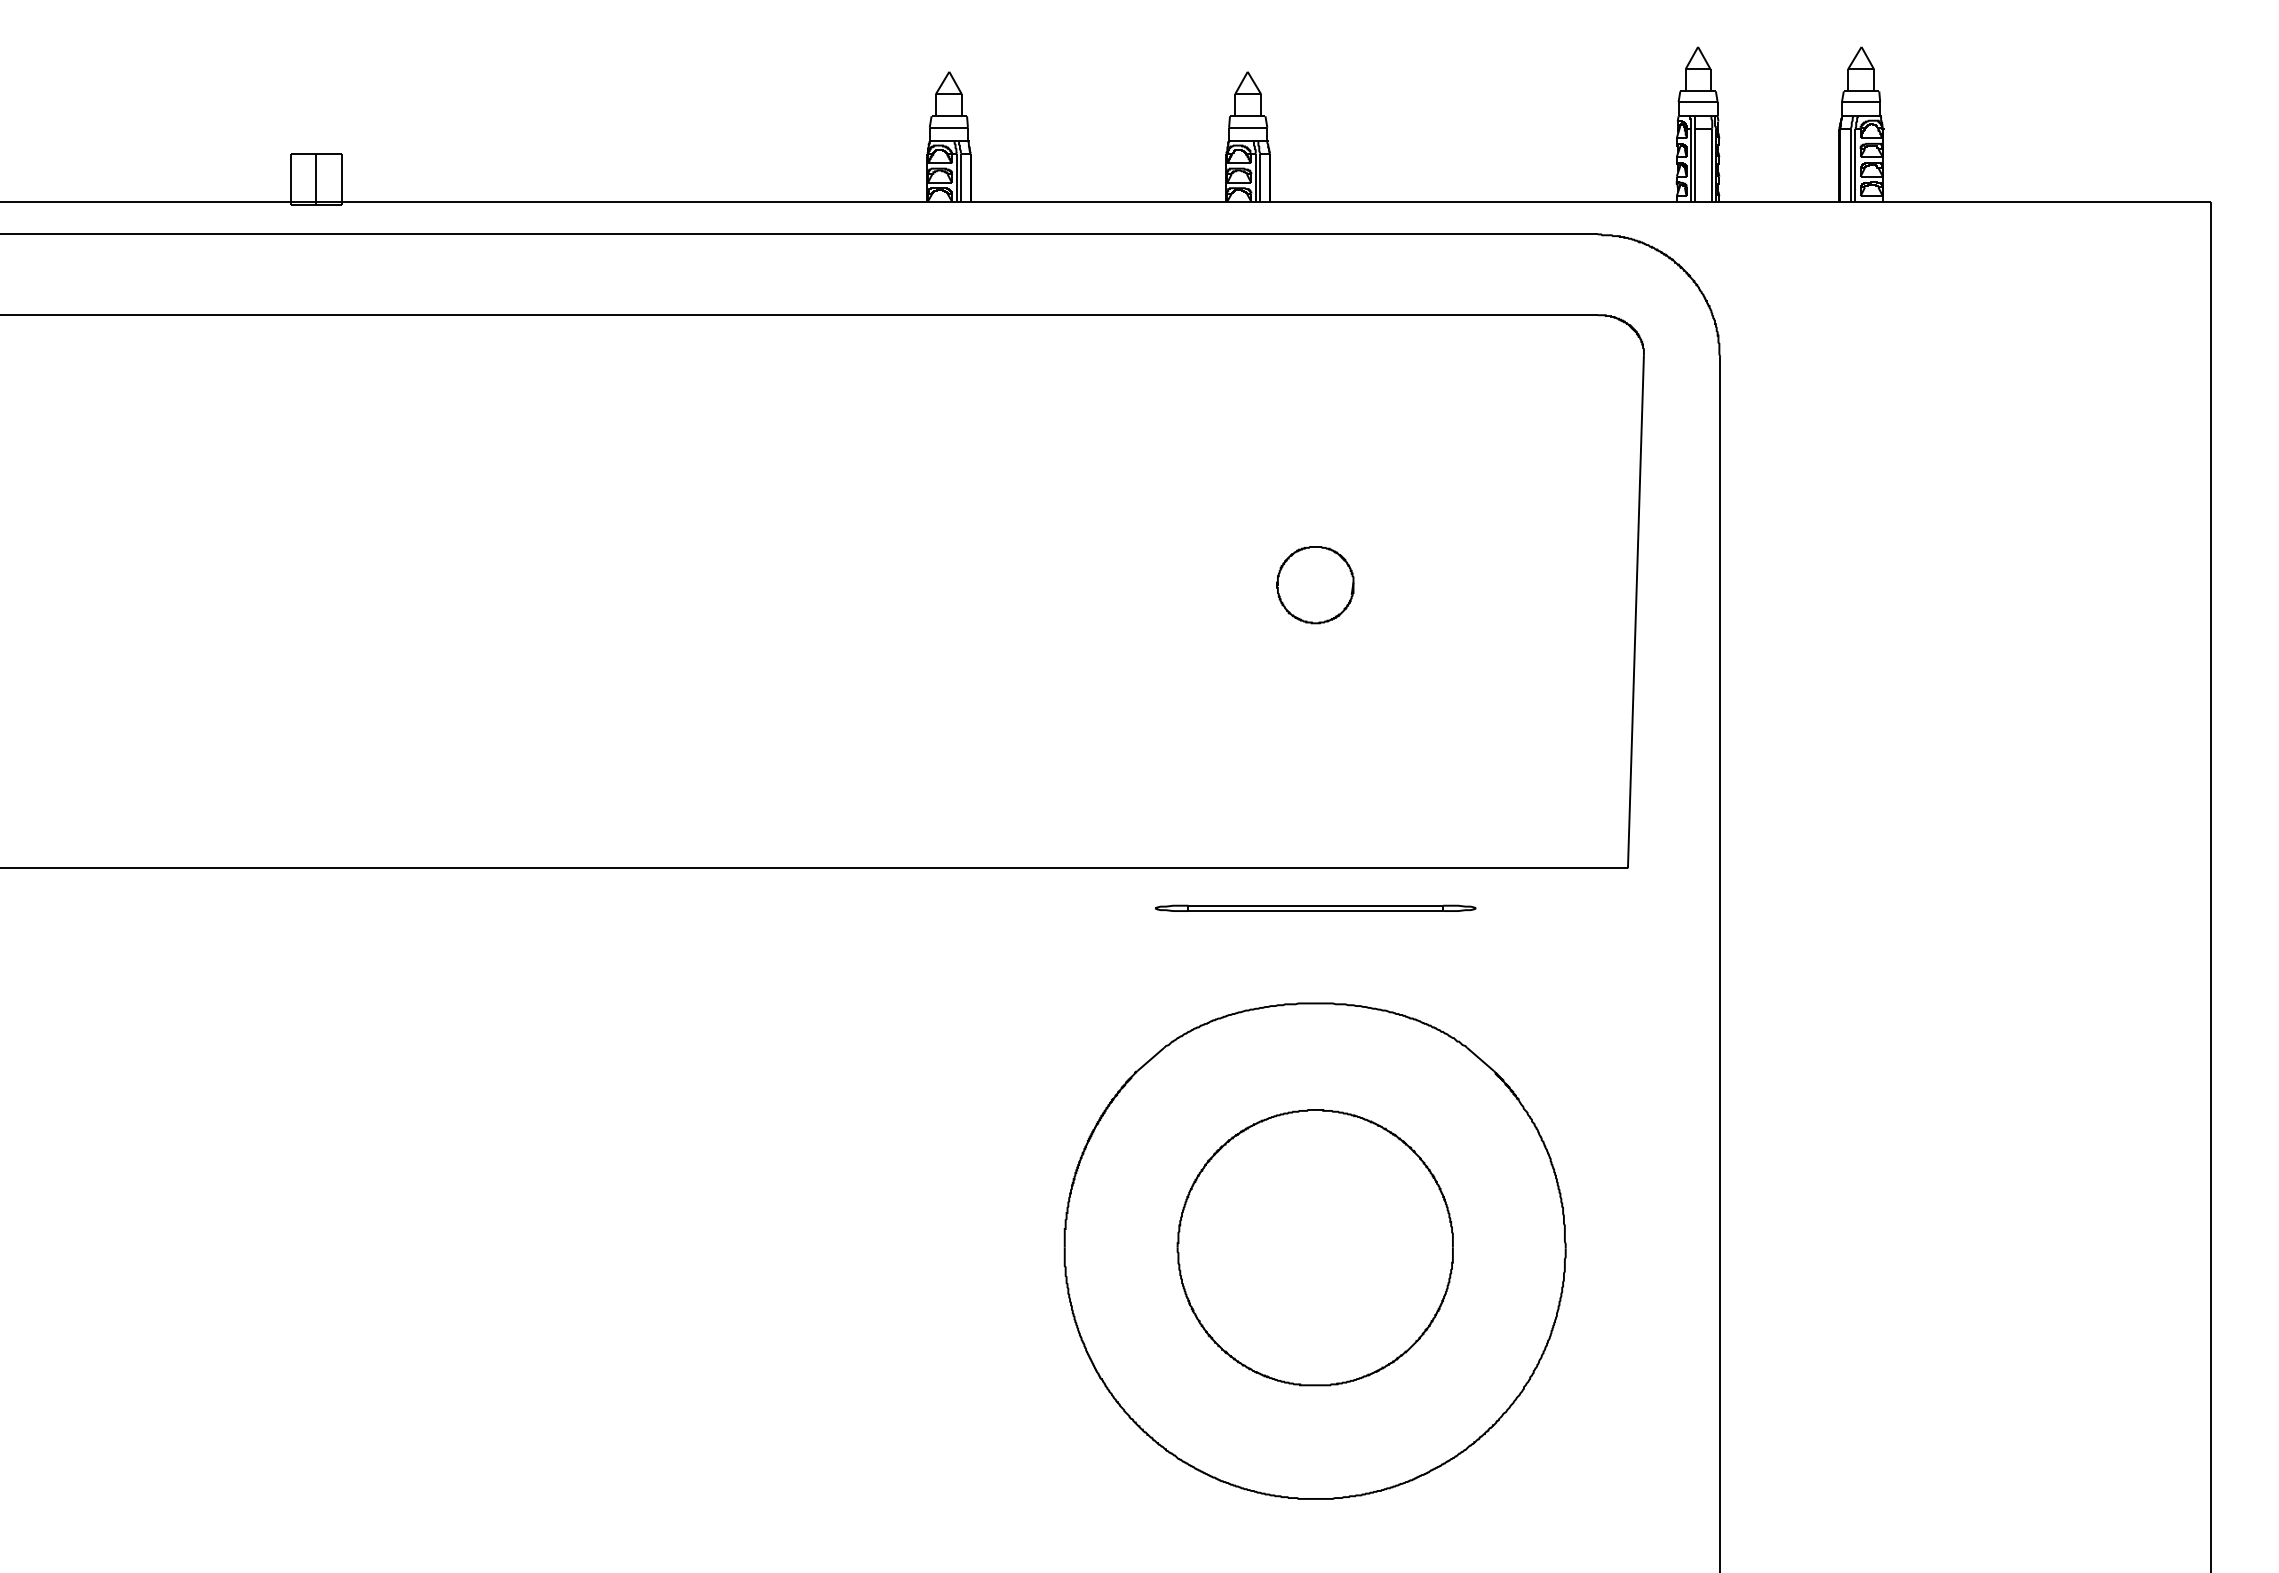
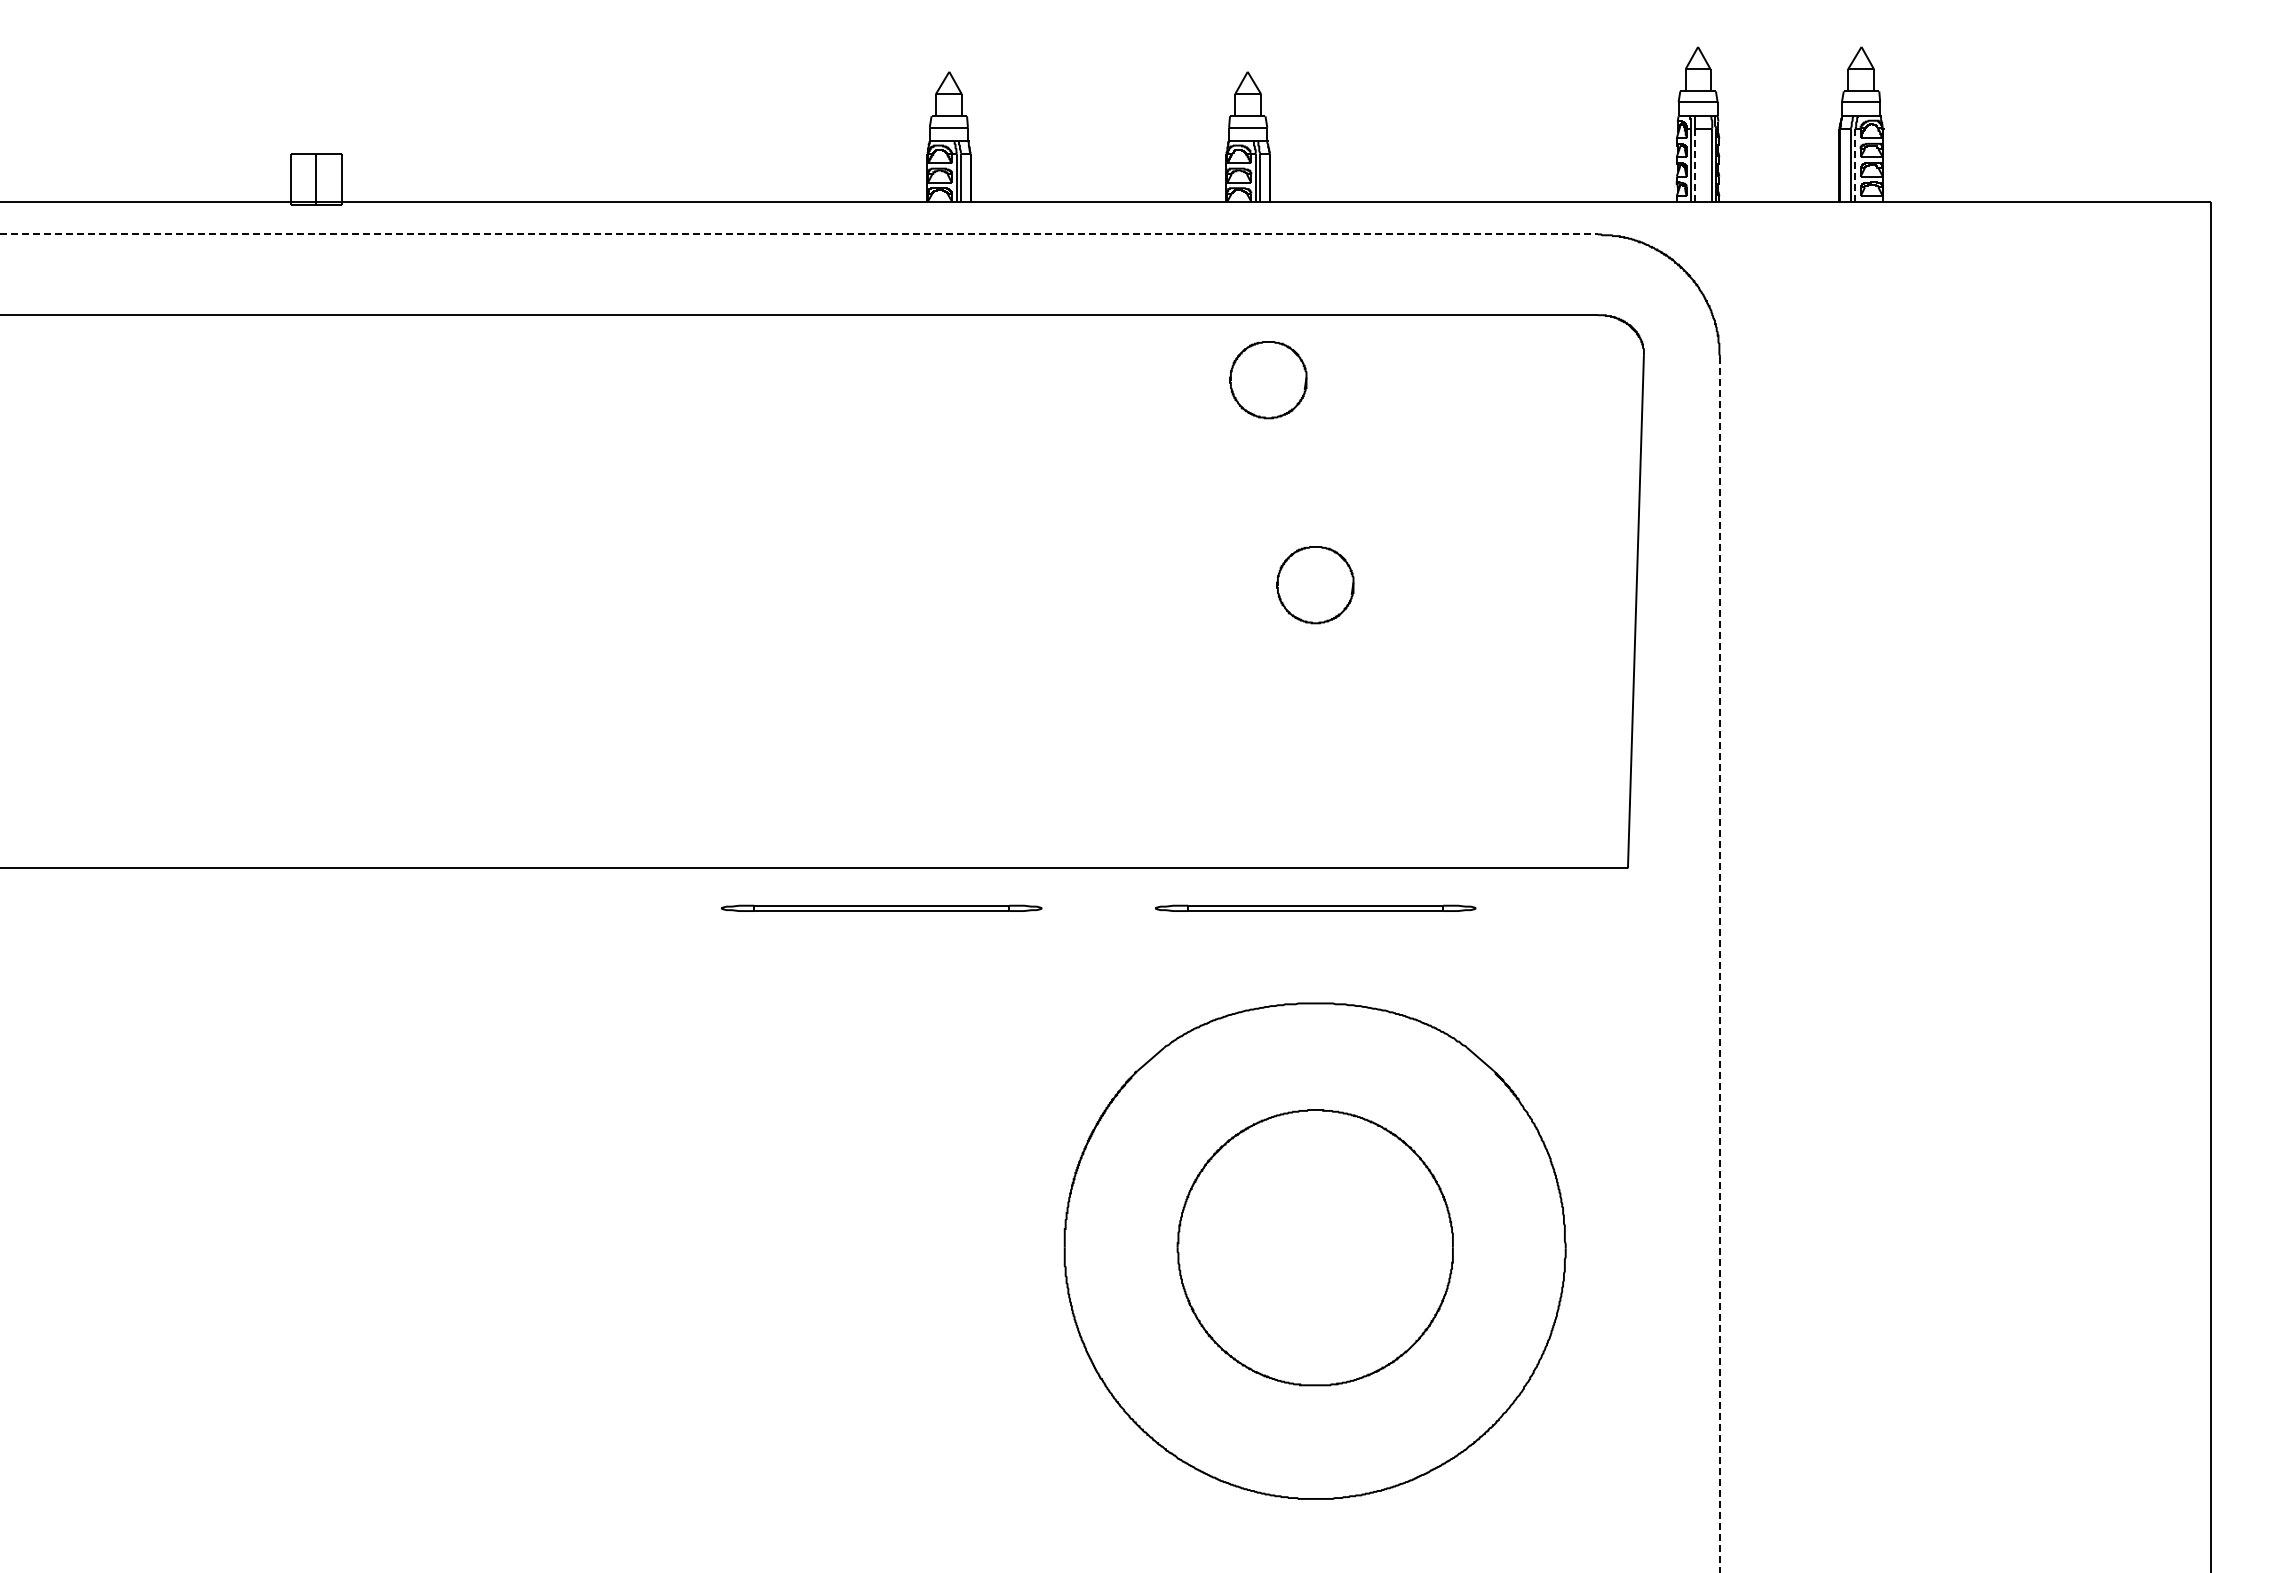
line at (1695, 165): solid -> dashed
line at (1855, 165): solid -> dashed
line at (798, 234): solid -> dashed
part at (1268, 380): none -> present
part at (881, 907): none -> present
line at (1720, 964): solid -> dashed
